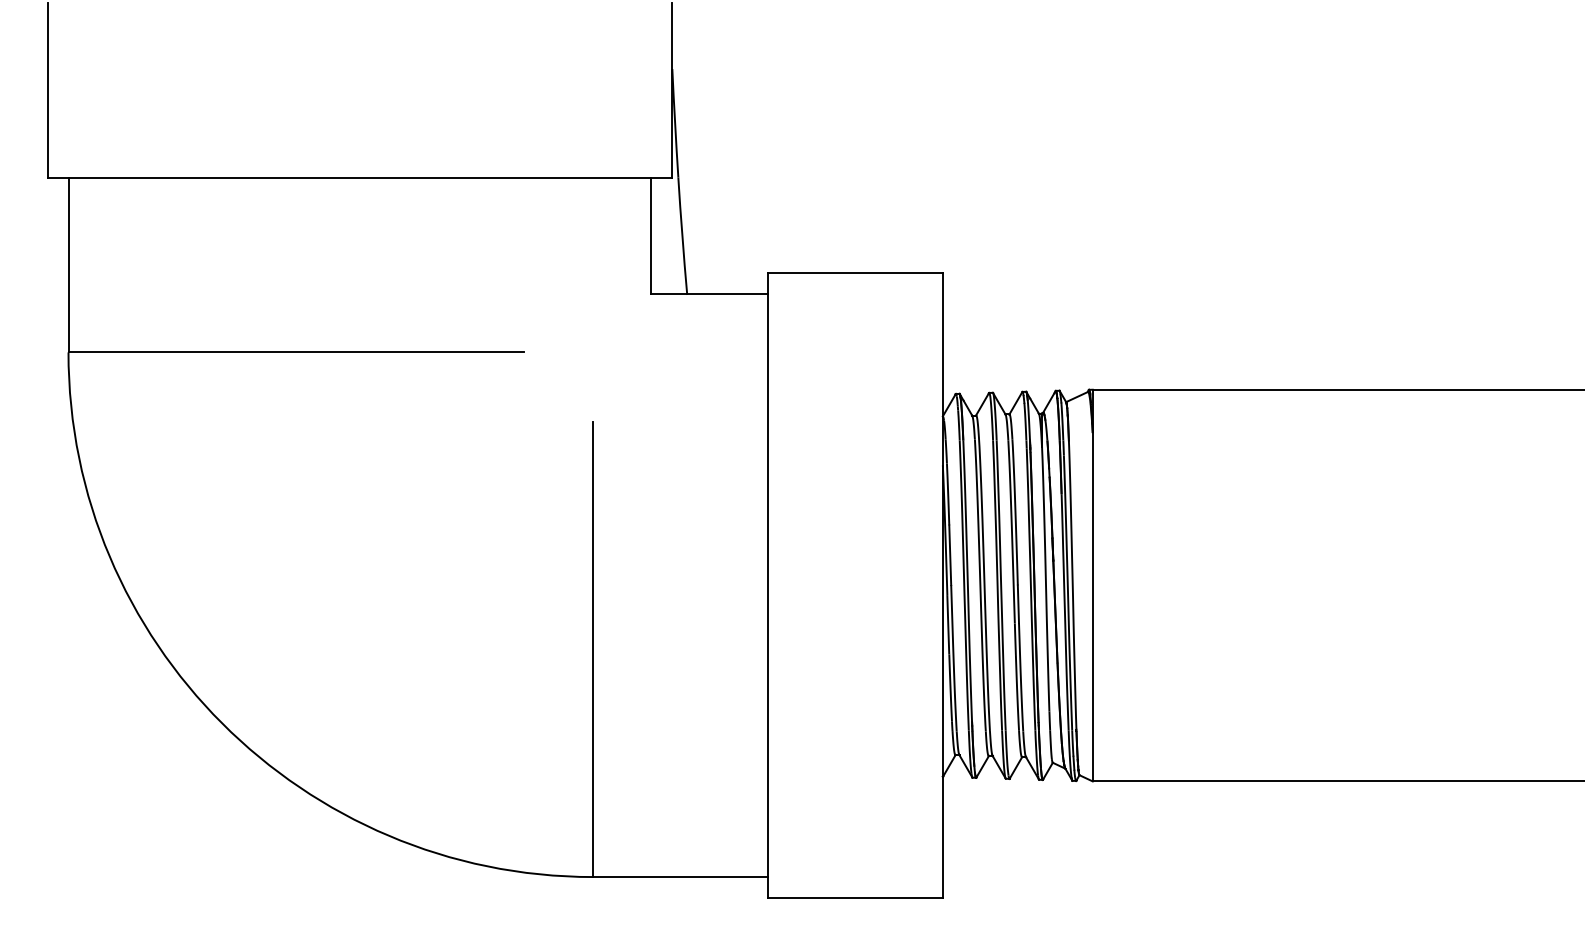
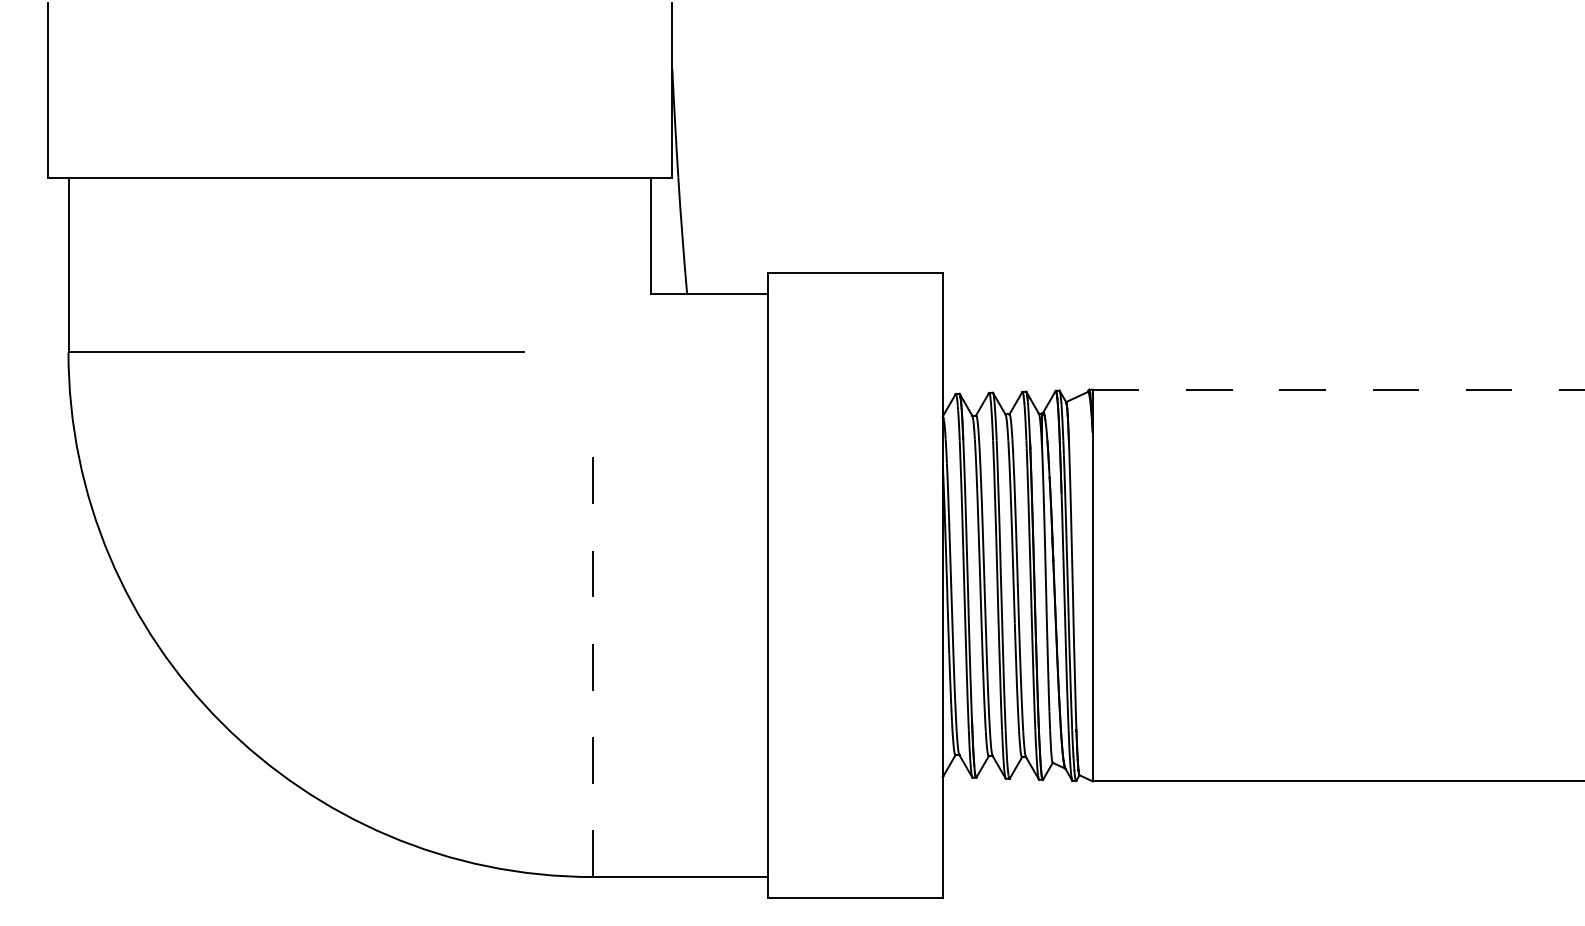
line at (1338, 389): solid -> dashed
line at (593, 649): solid -> dashed
